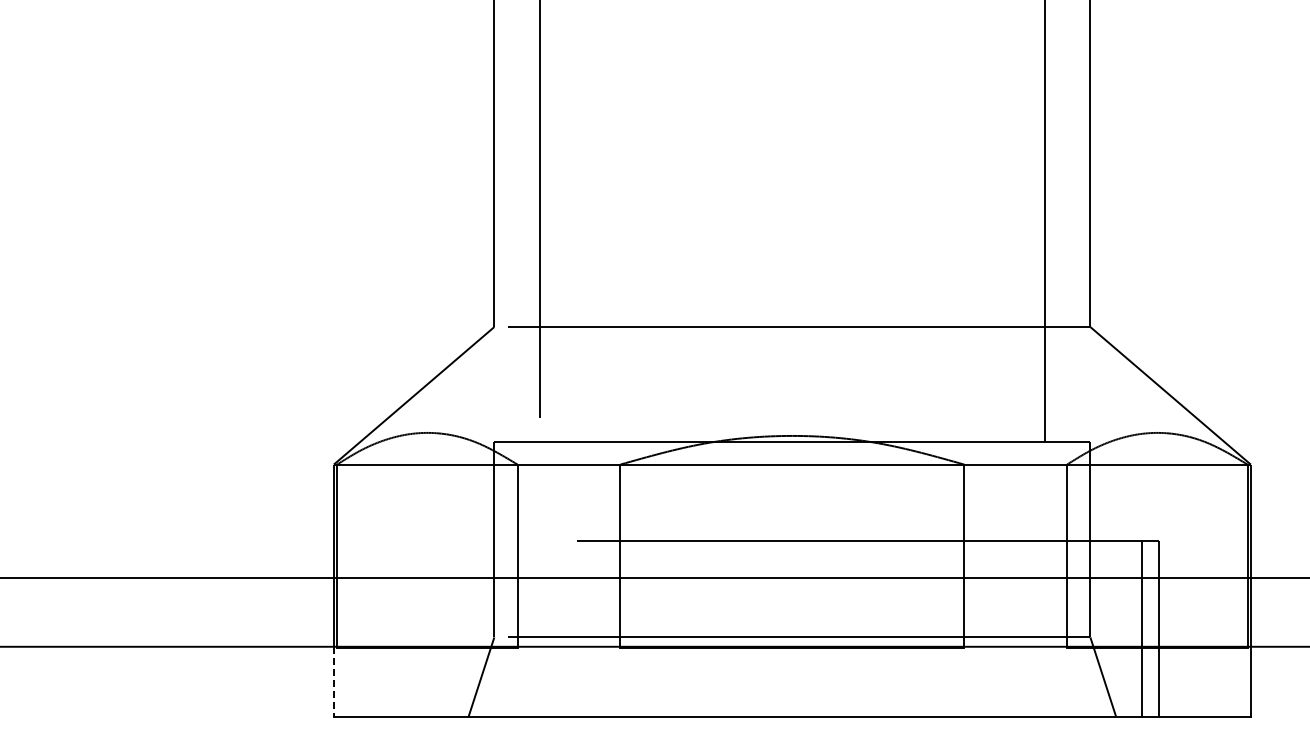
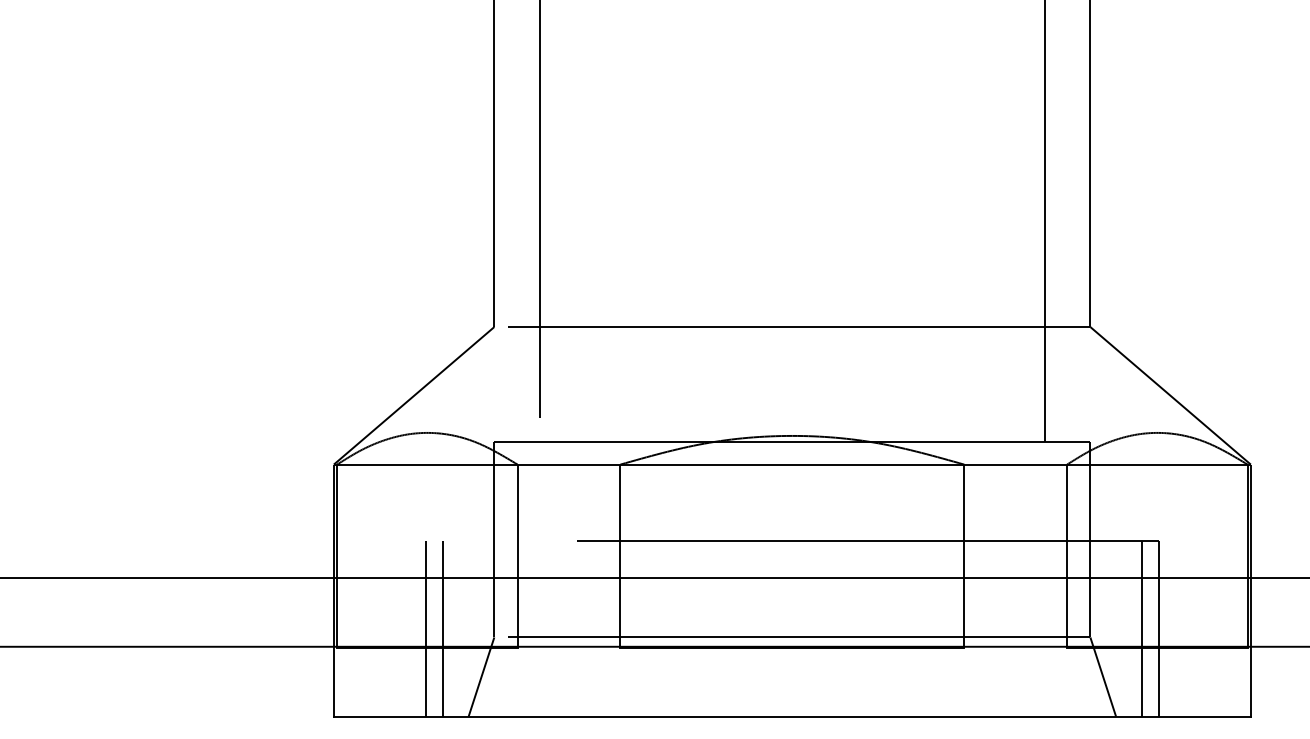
line at (425, 628): none -> present
line at (442, 628): none -> present
line at (333, 681): dashed -> solid
